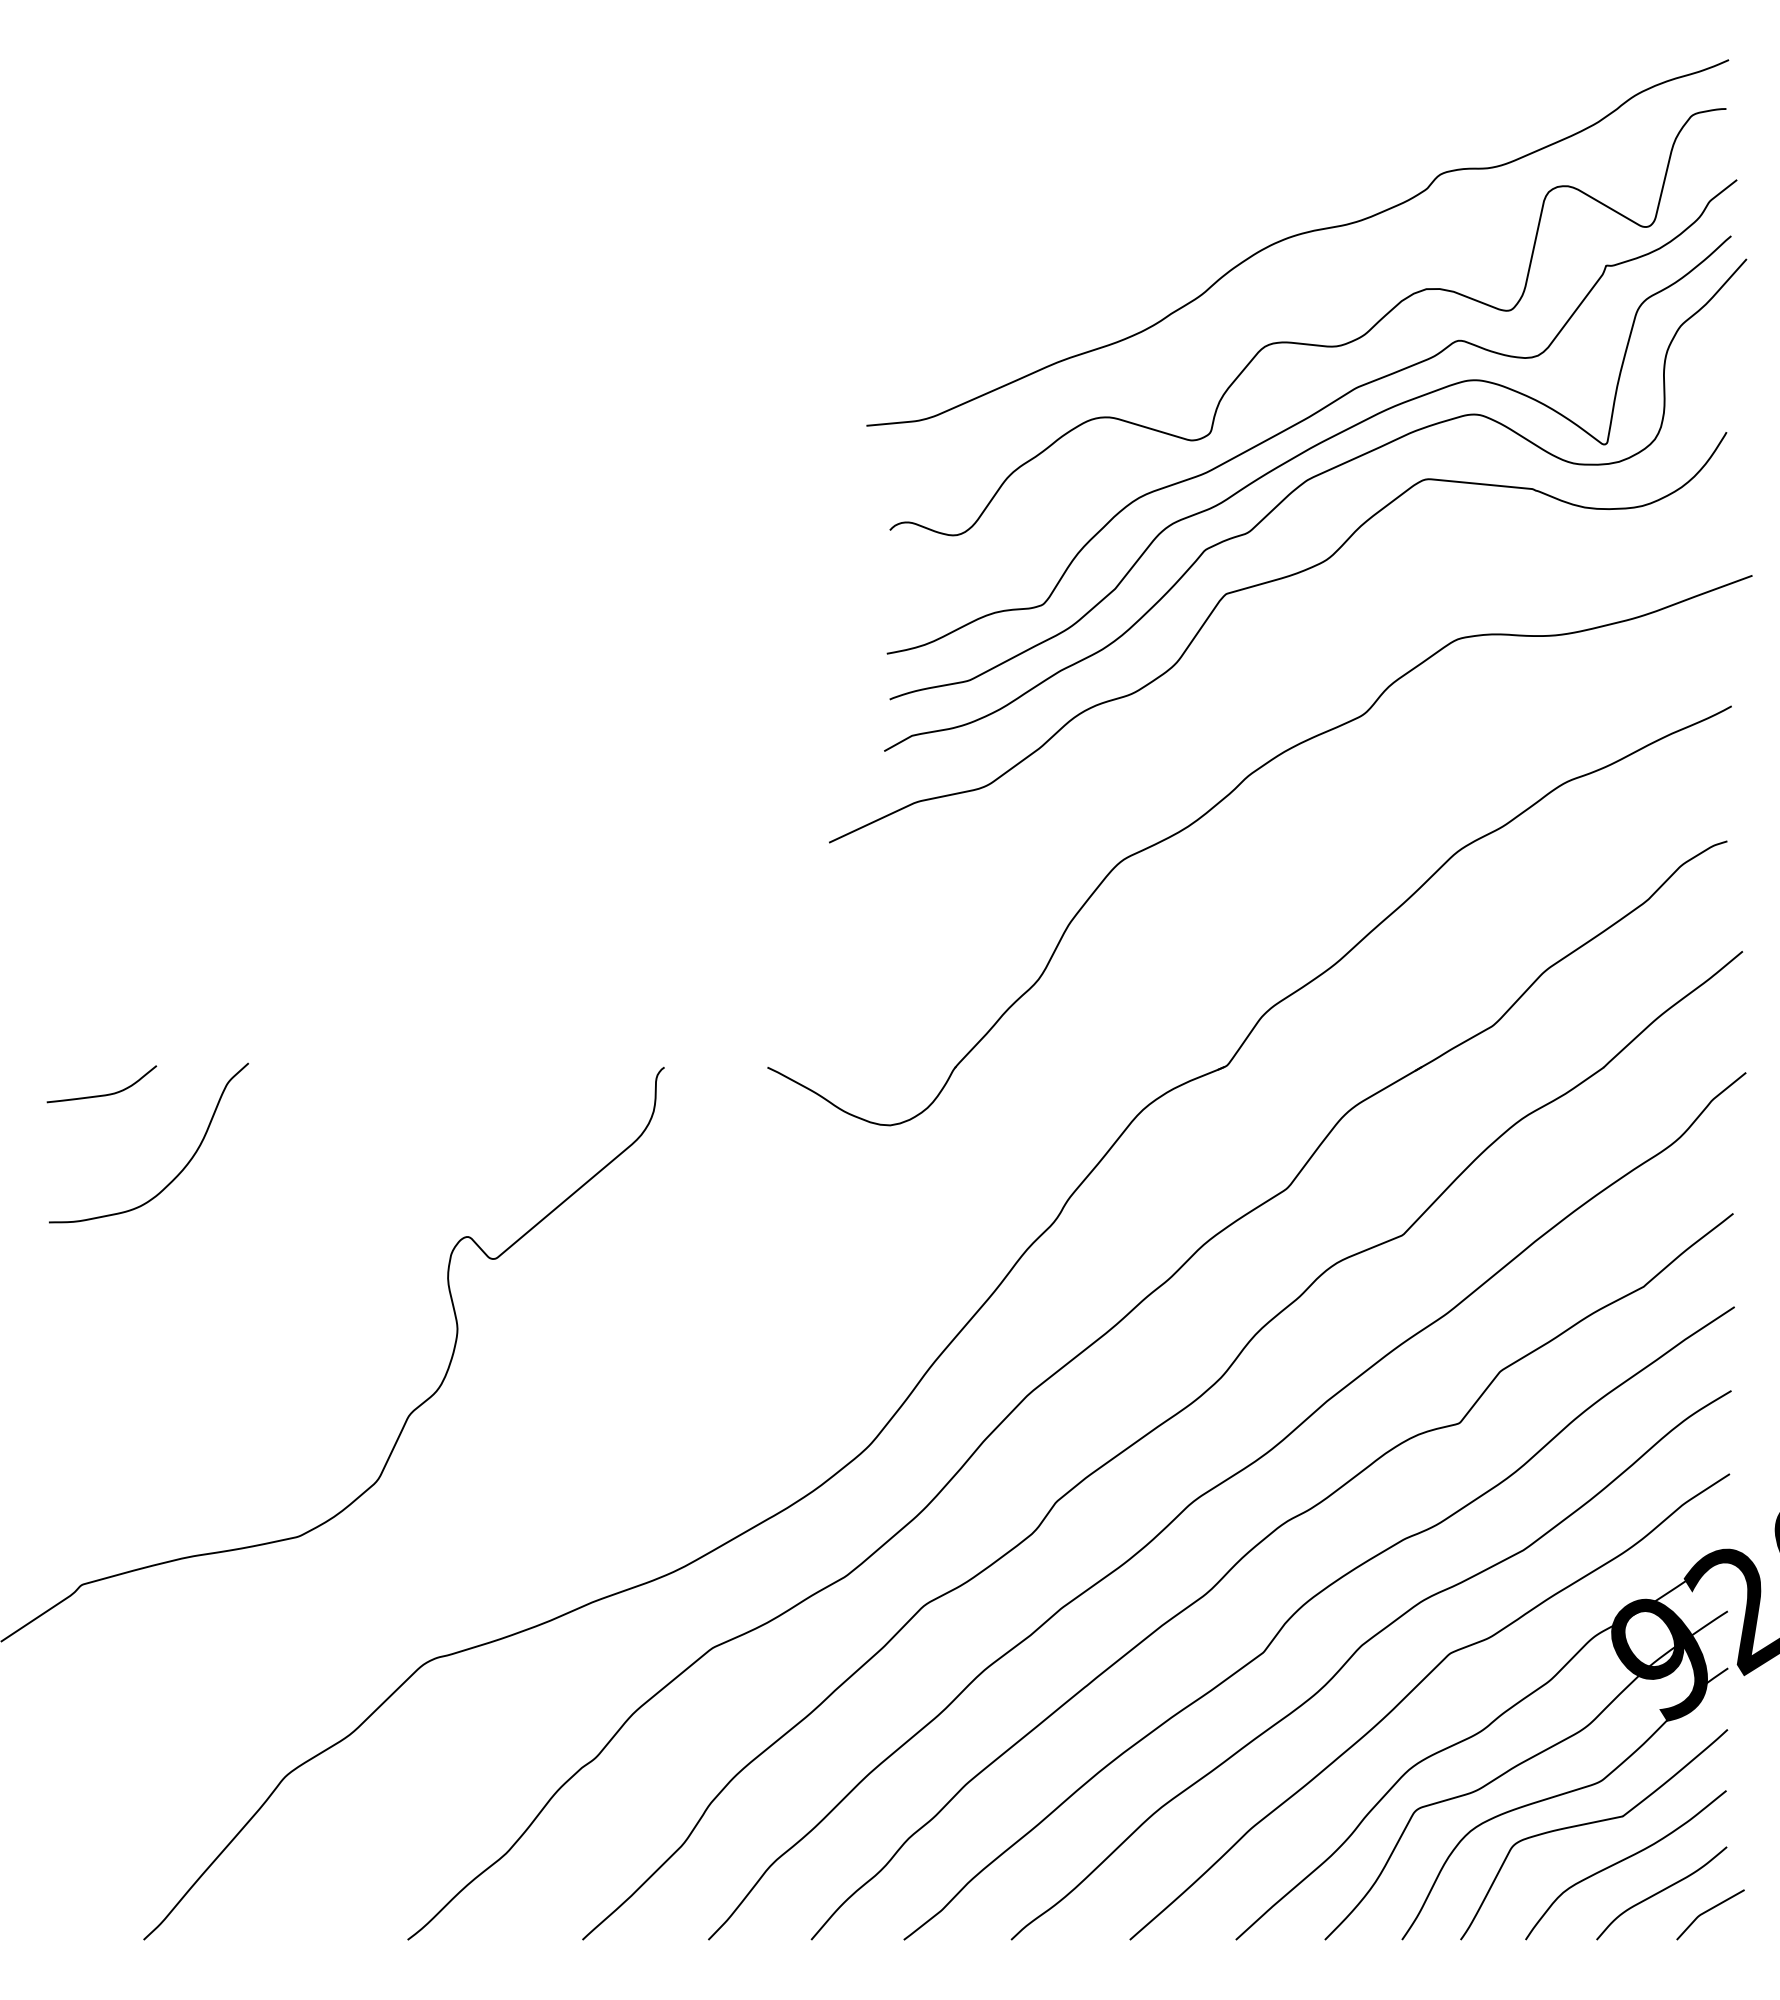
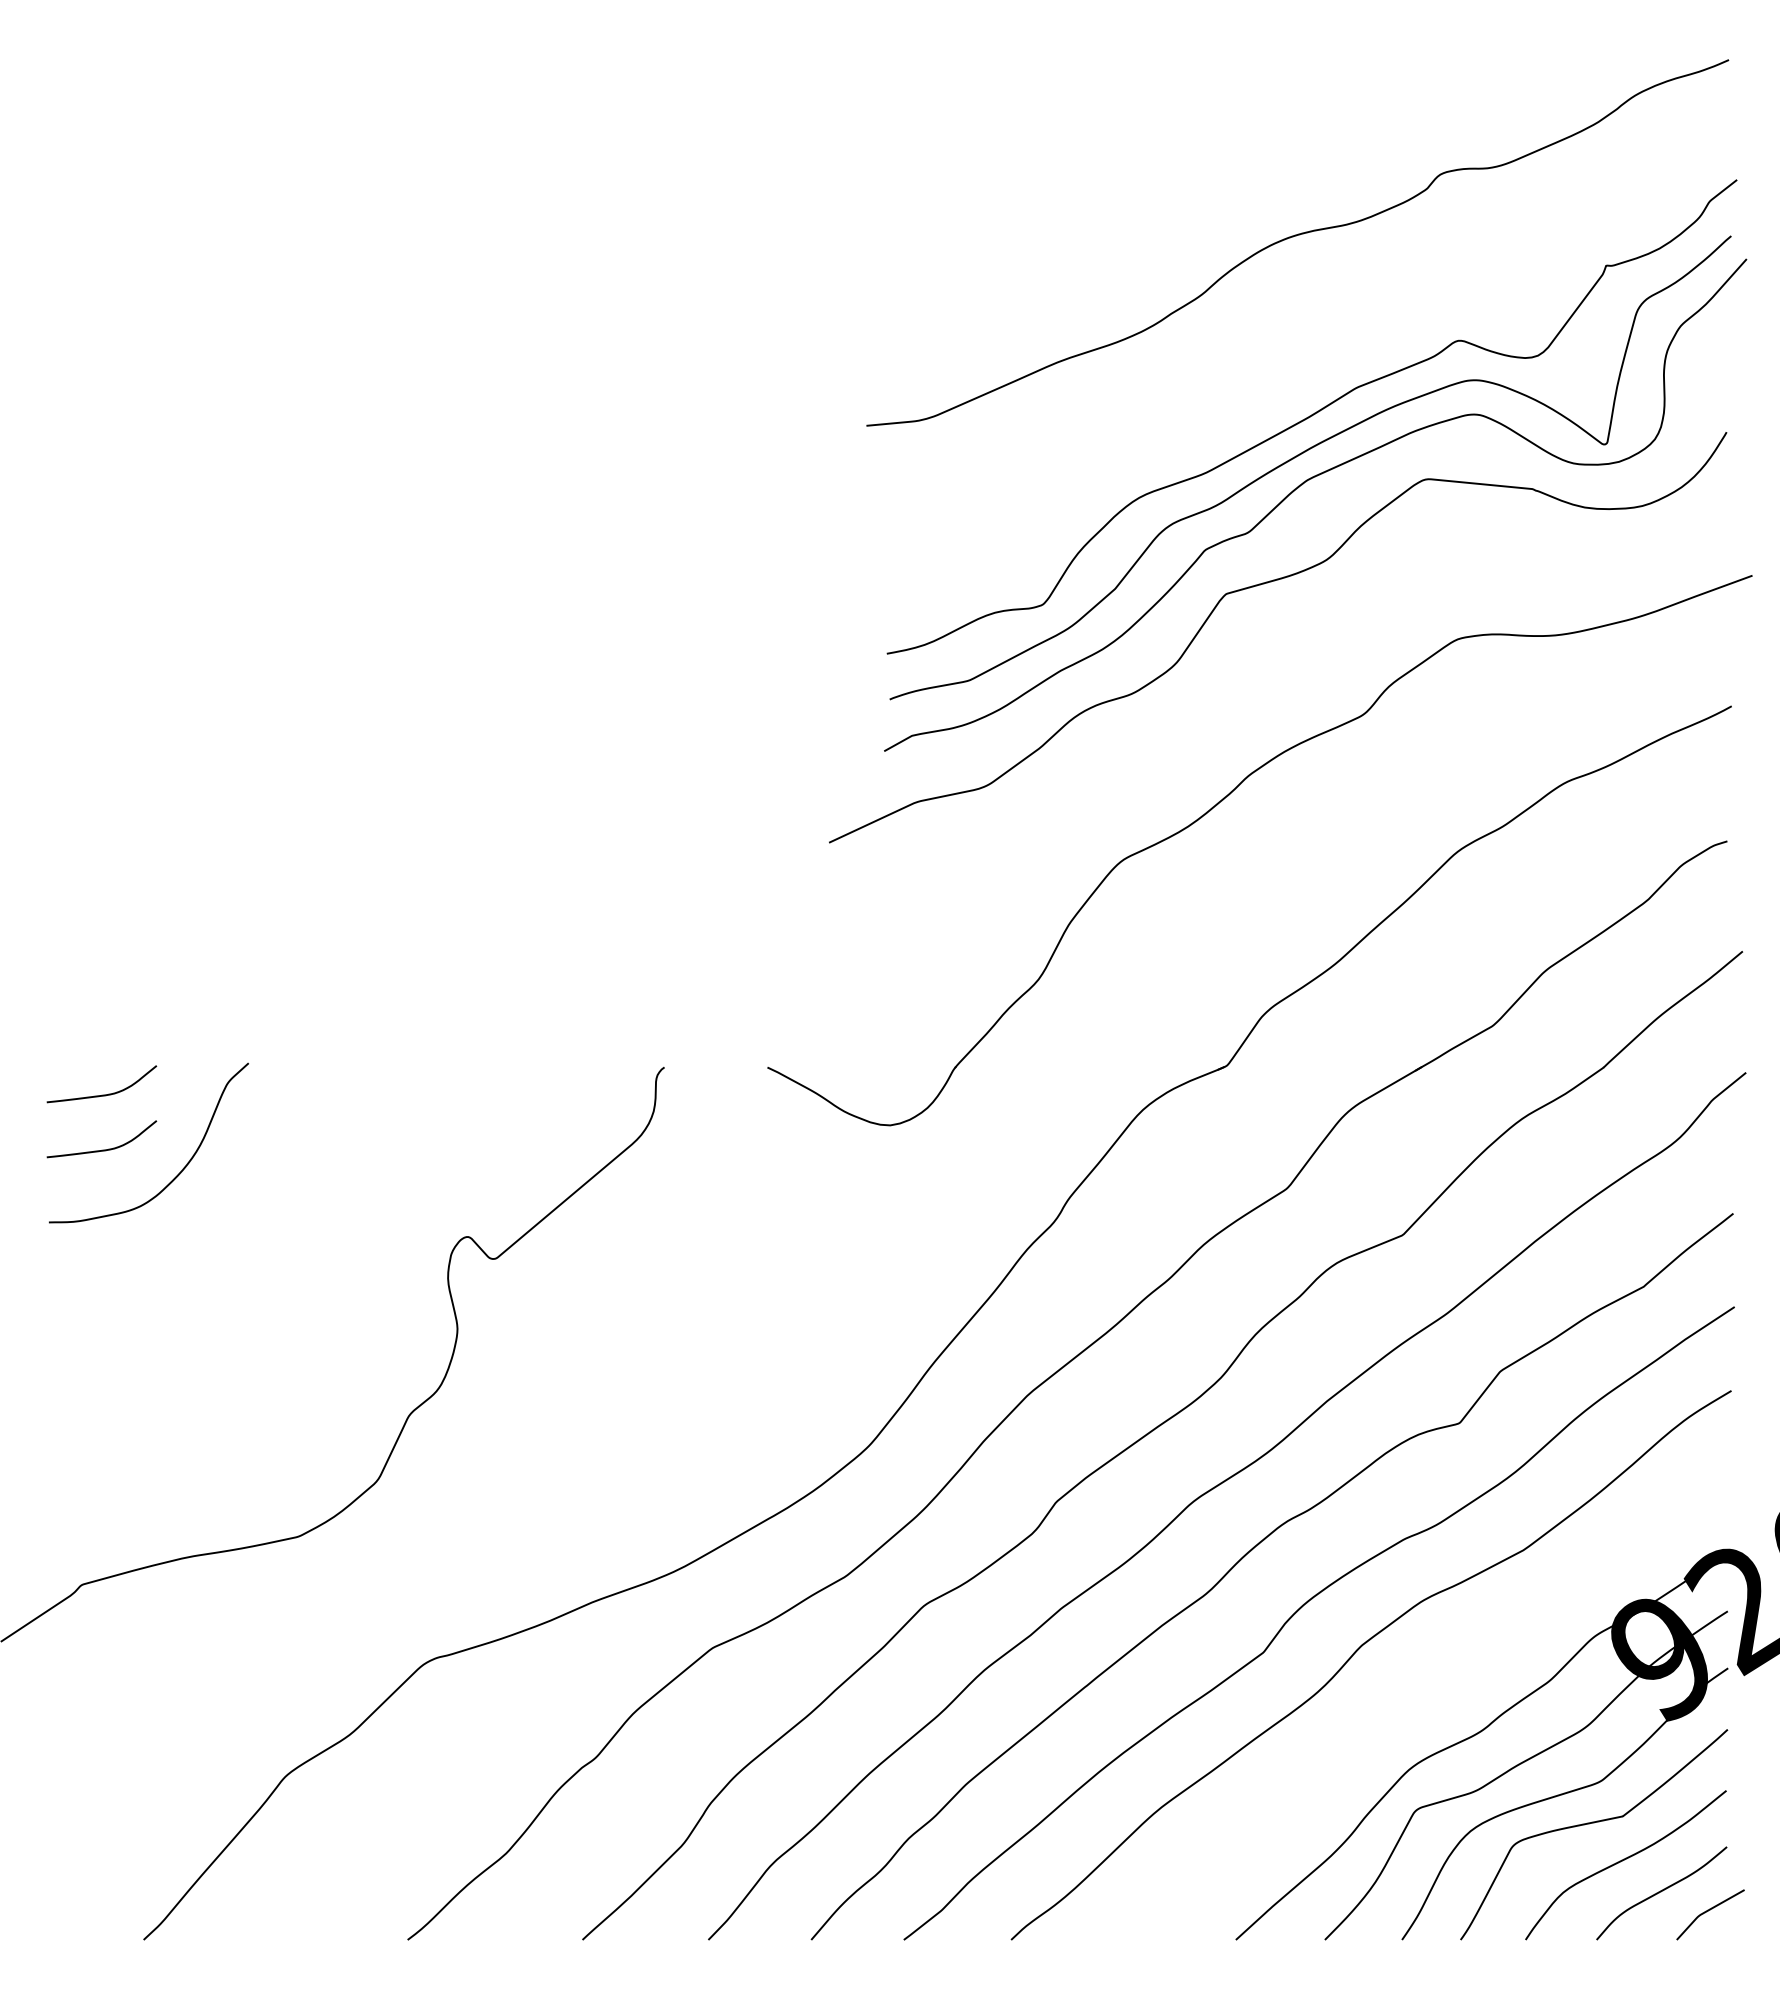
curve at (1301, 342): present -> none
curve at (102, 1149): none -> present
curve at (1413, 1690): present -> none
